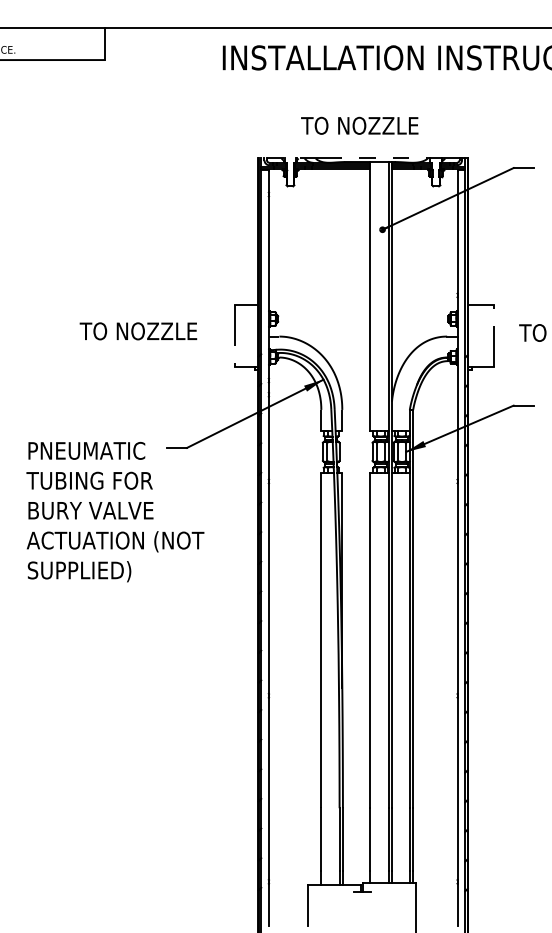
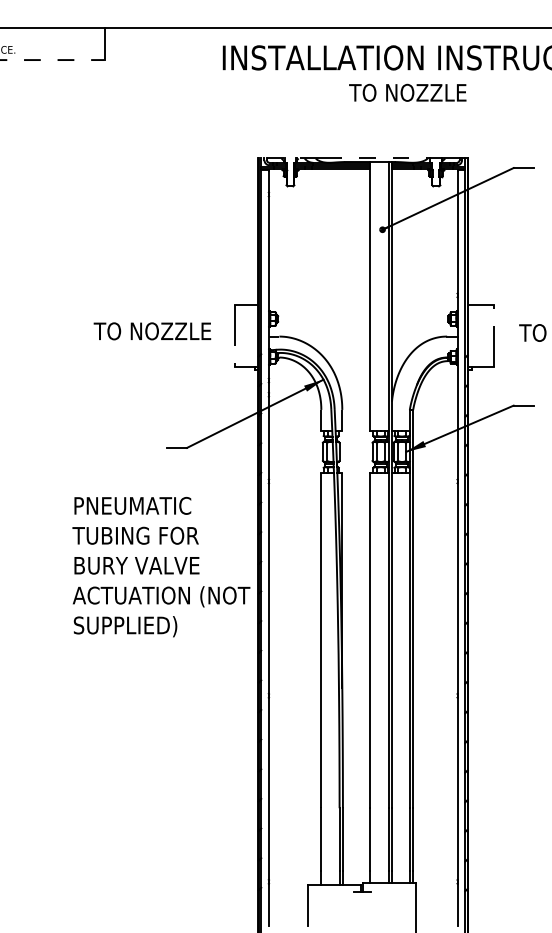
line at (52, 60): solid -> dashed
text at (359, 125) position: (359, 125) -> (407, 92)
text at (138, 331) position: (138, 331) -> (152, 331)
text at (115, 511) position: (115, 511) -> (161, 566)
